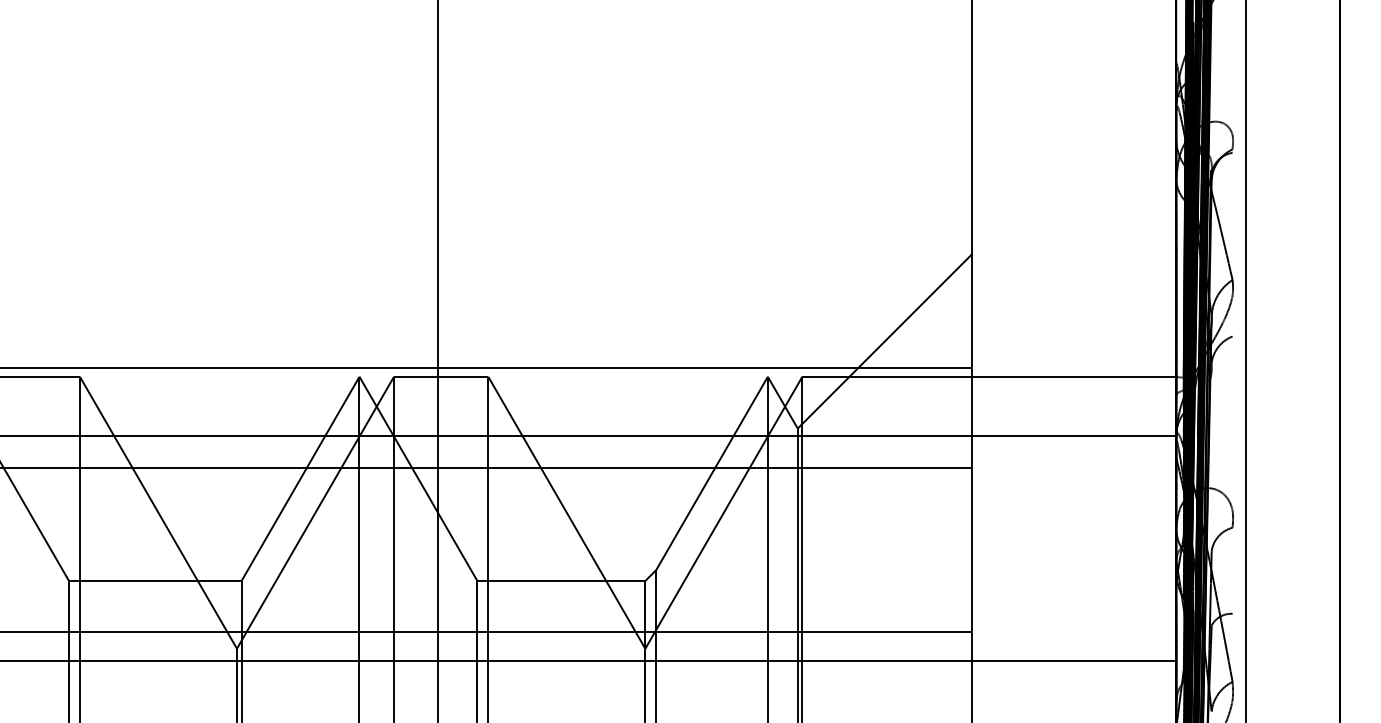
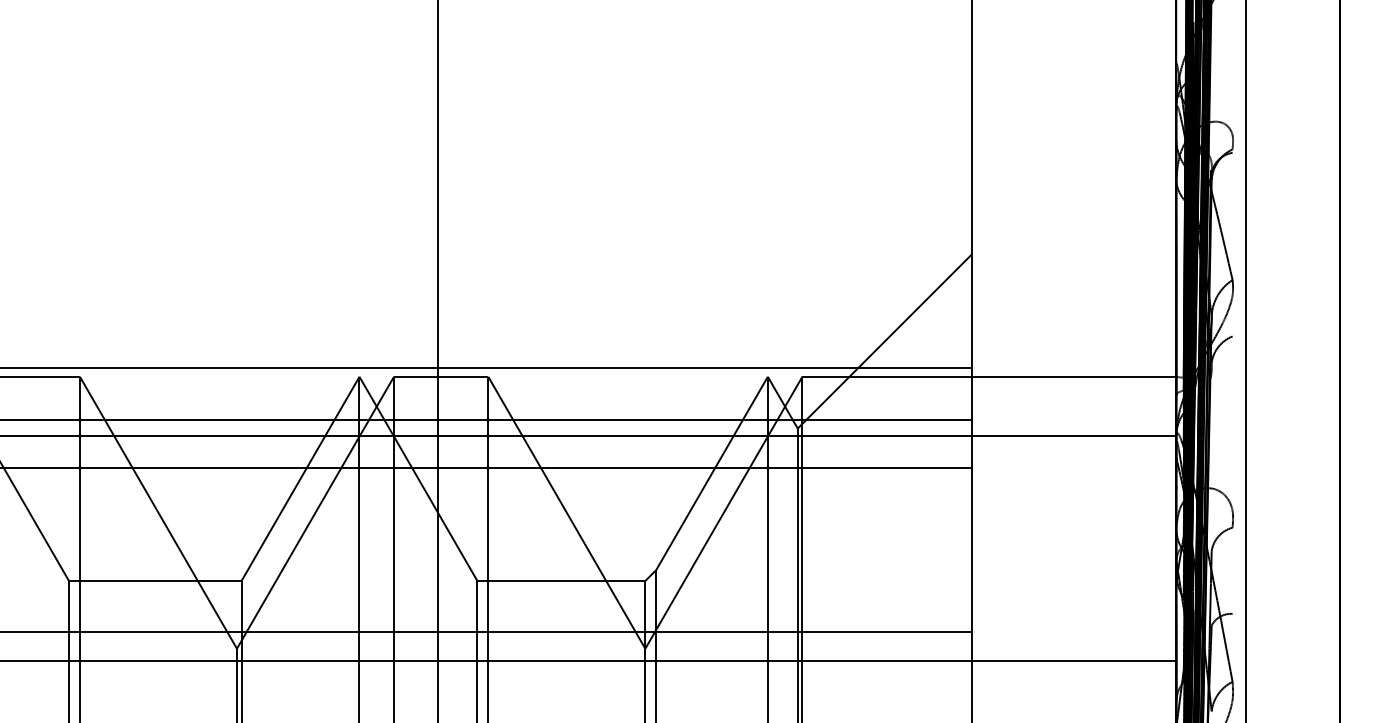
line at (487, 420): none -> present
